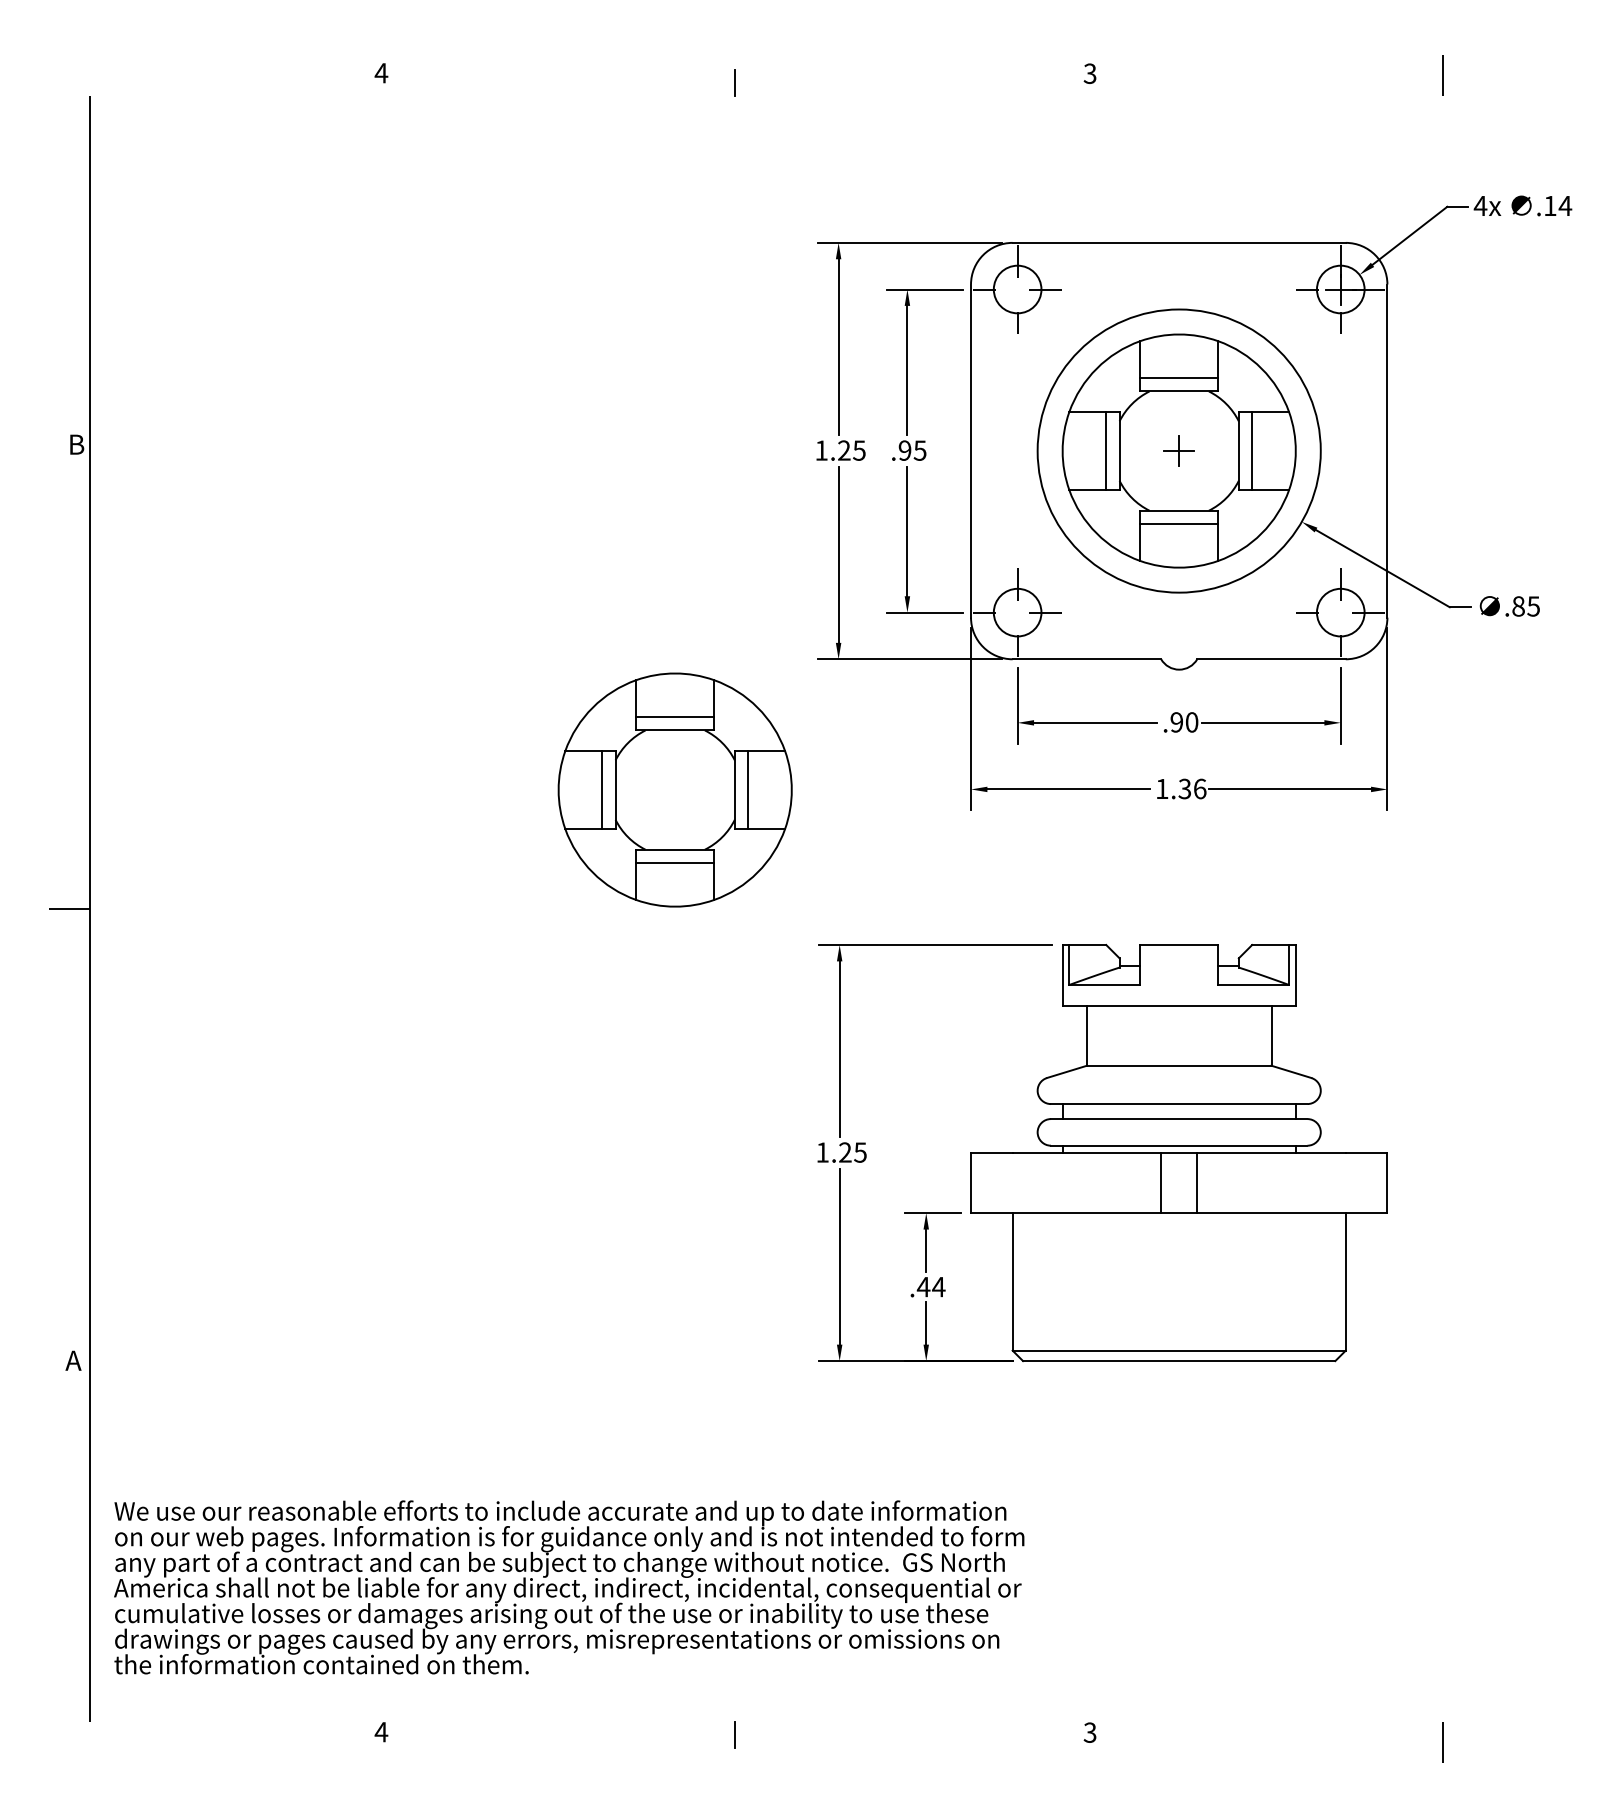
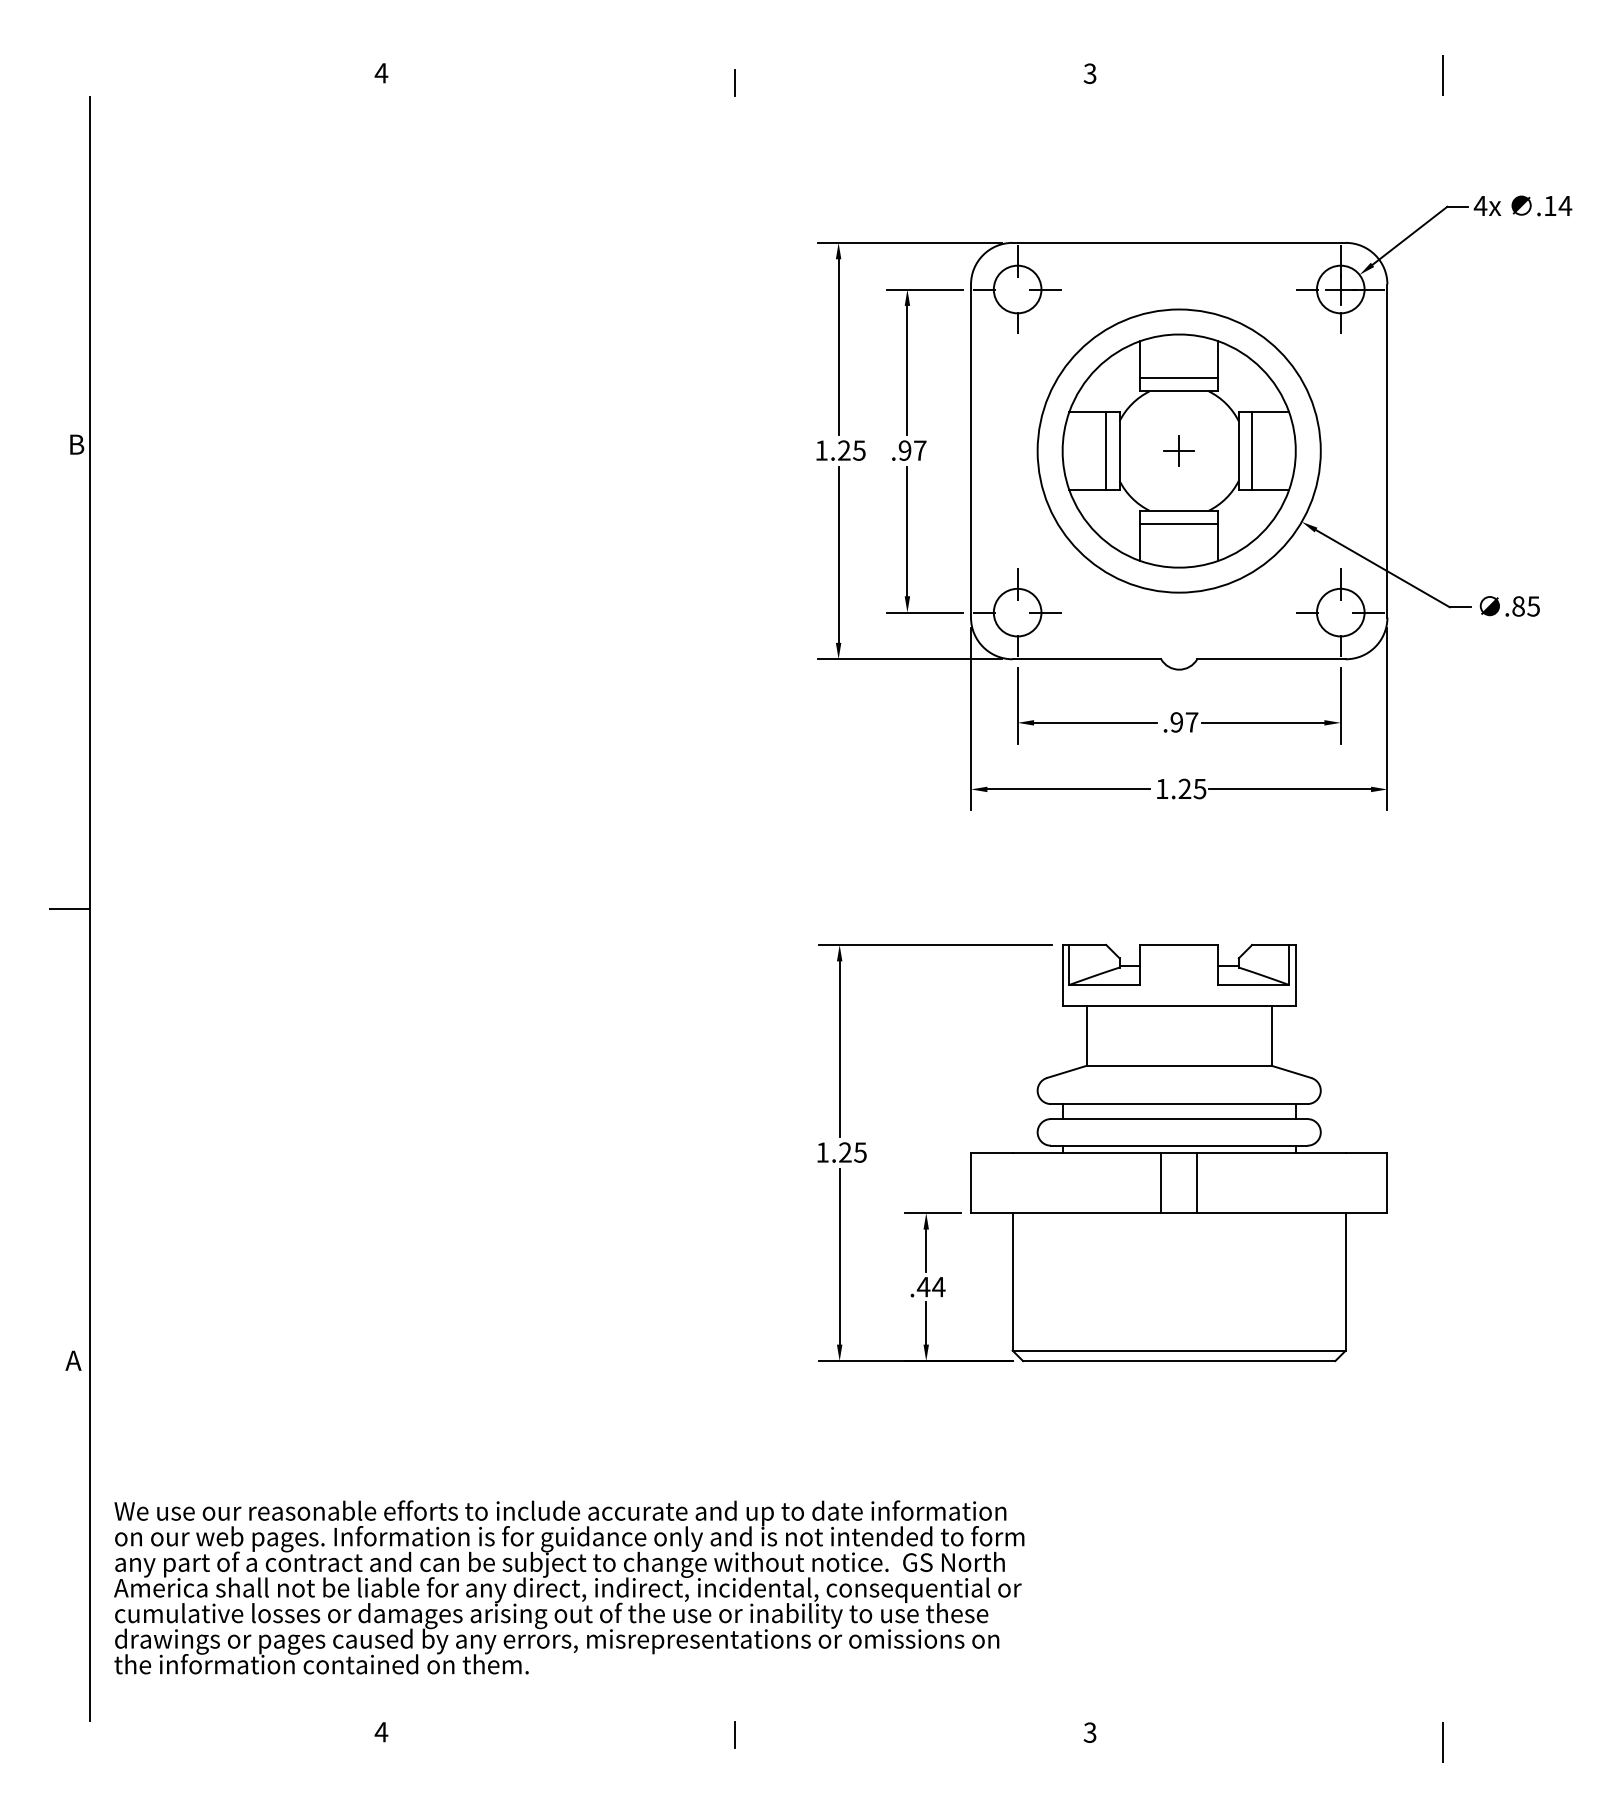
text at (919, 450): .95 -> .97
text at (1191, 722): .90 -> .97
text at (1192, 788): 1.36 -> 1.25
part at (674, 789): present -> none
